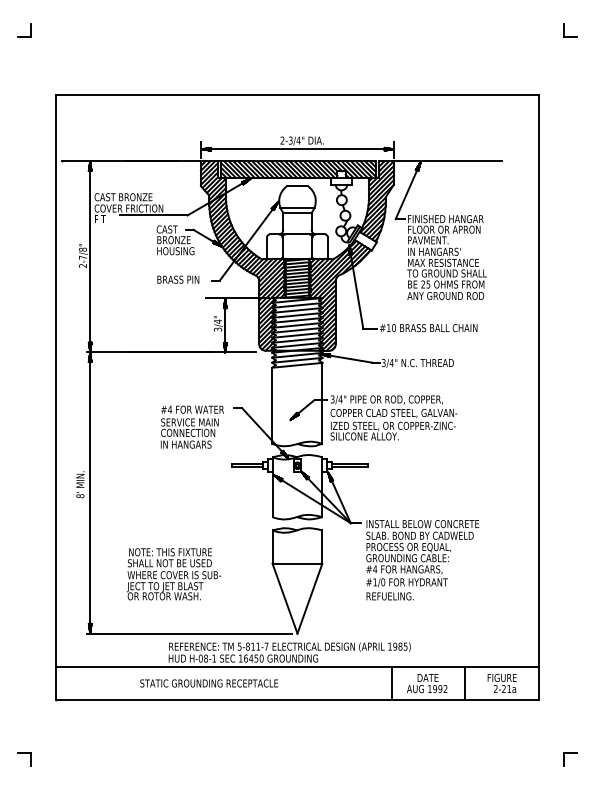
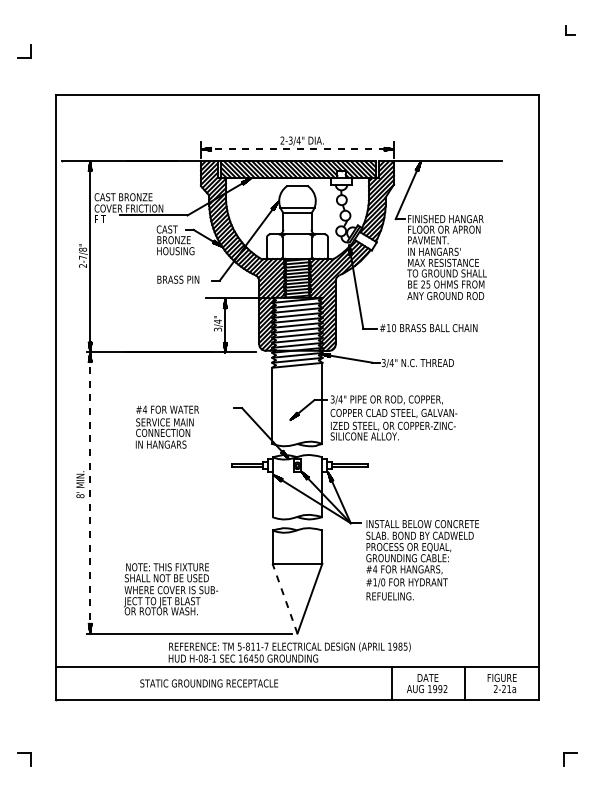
part at (24, 30) position: (24, 30) -> (24, 51)
part at (570, 30) size: 15x15 px -> 11x11 px
line at (298, 149): solid -> dashed
text at (191, 426) position: (191, 426) -> (166, 426)
line at (90, 492): solid -> dashed
text at (174, 574) position: (174, 574) -> (171, 589)
line at (284, 598): solid -> dashed
